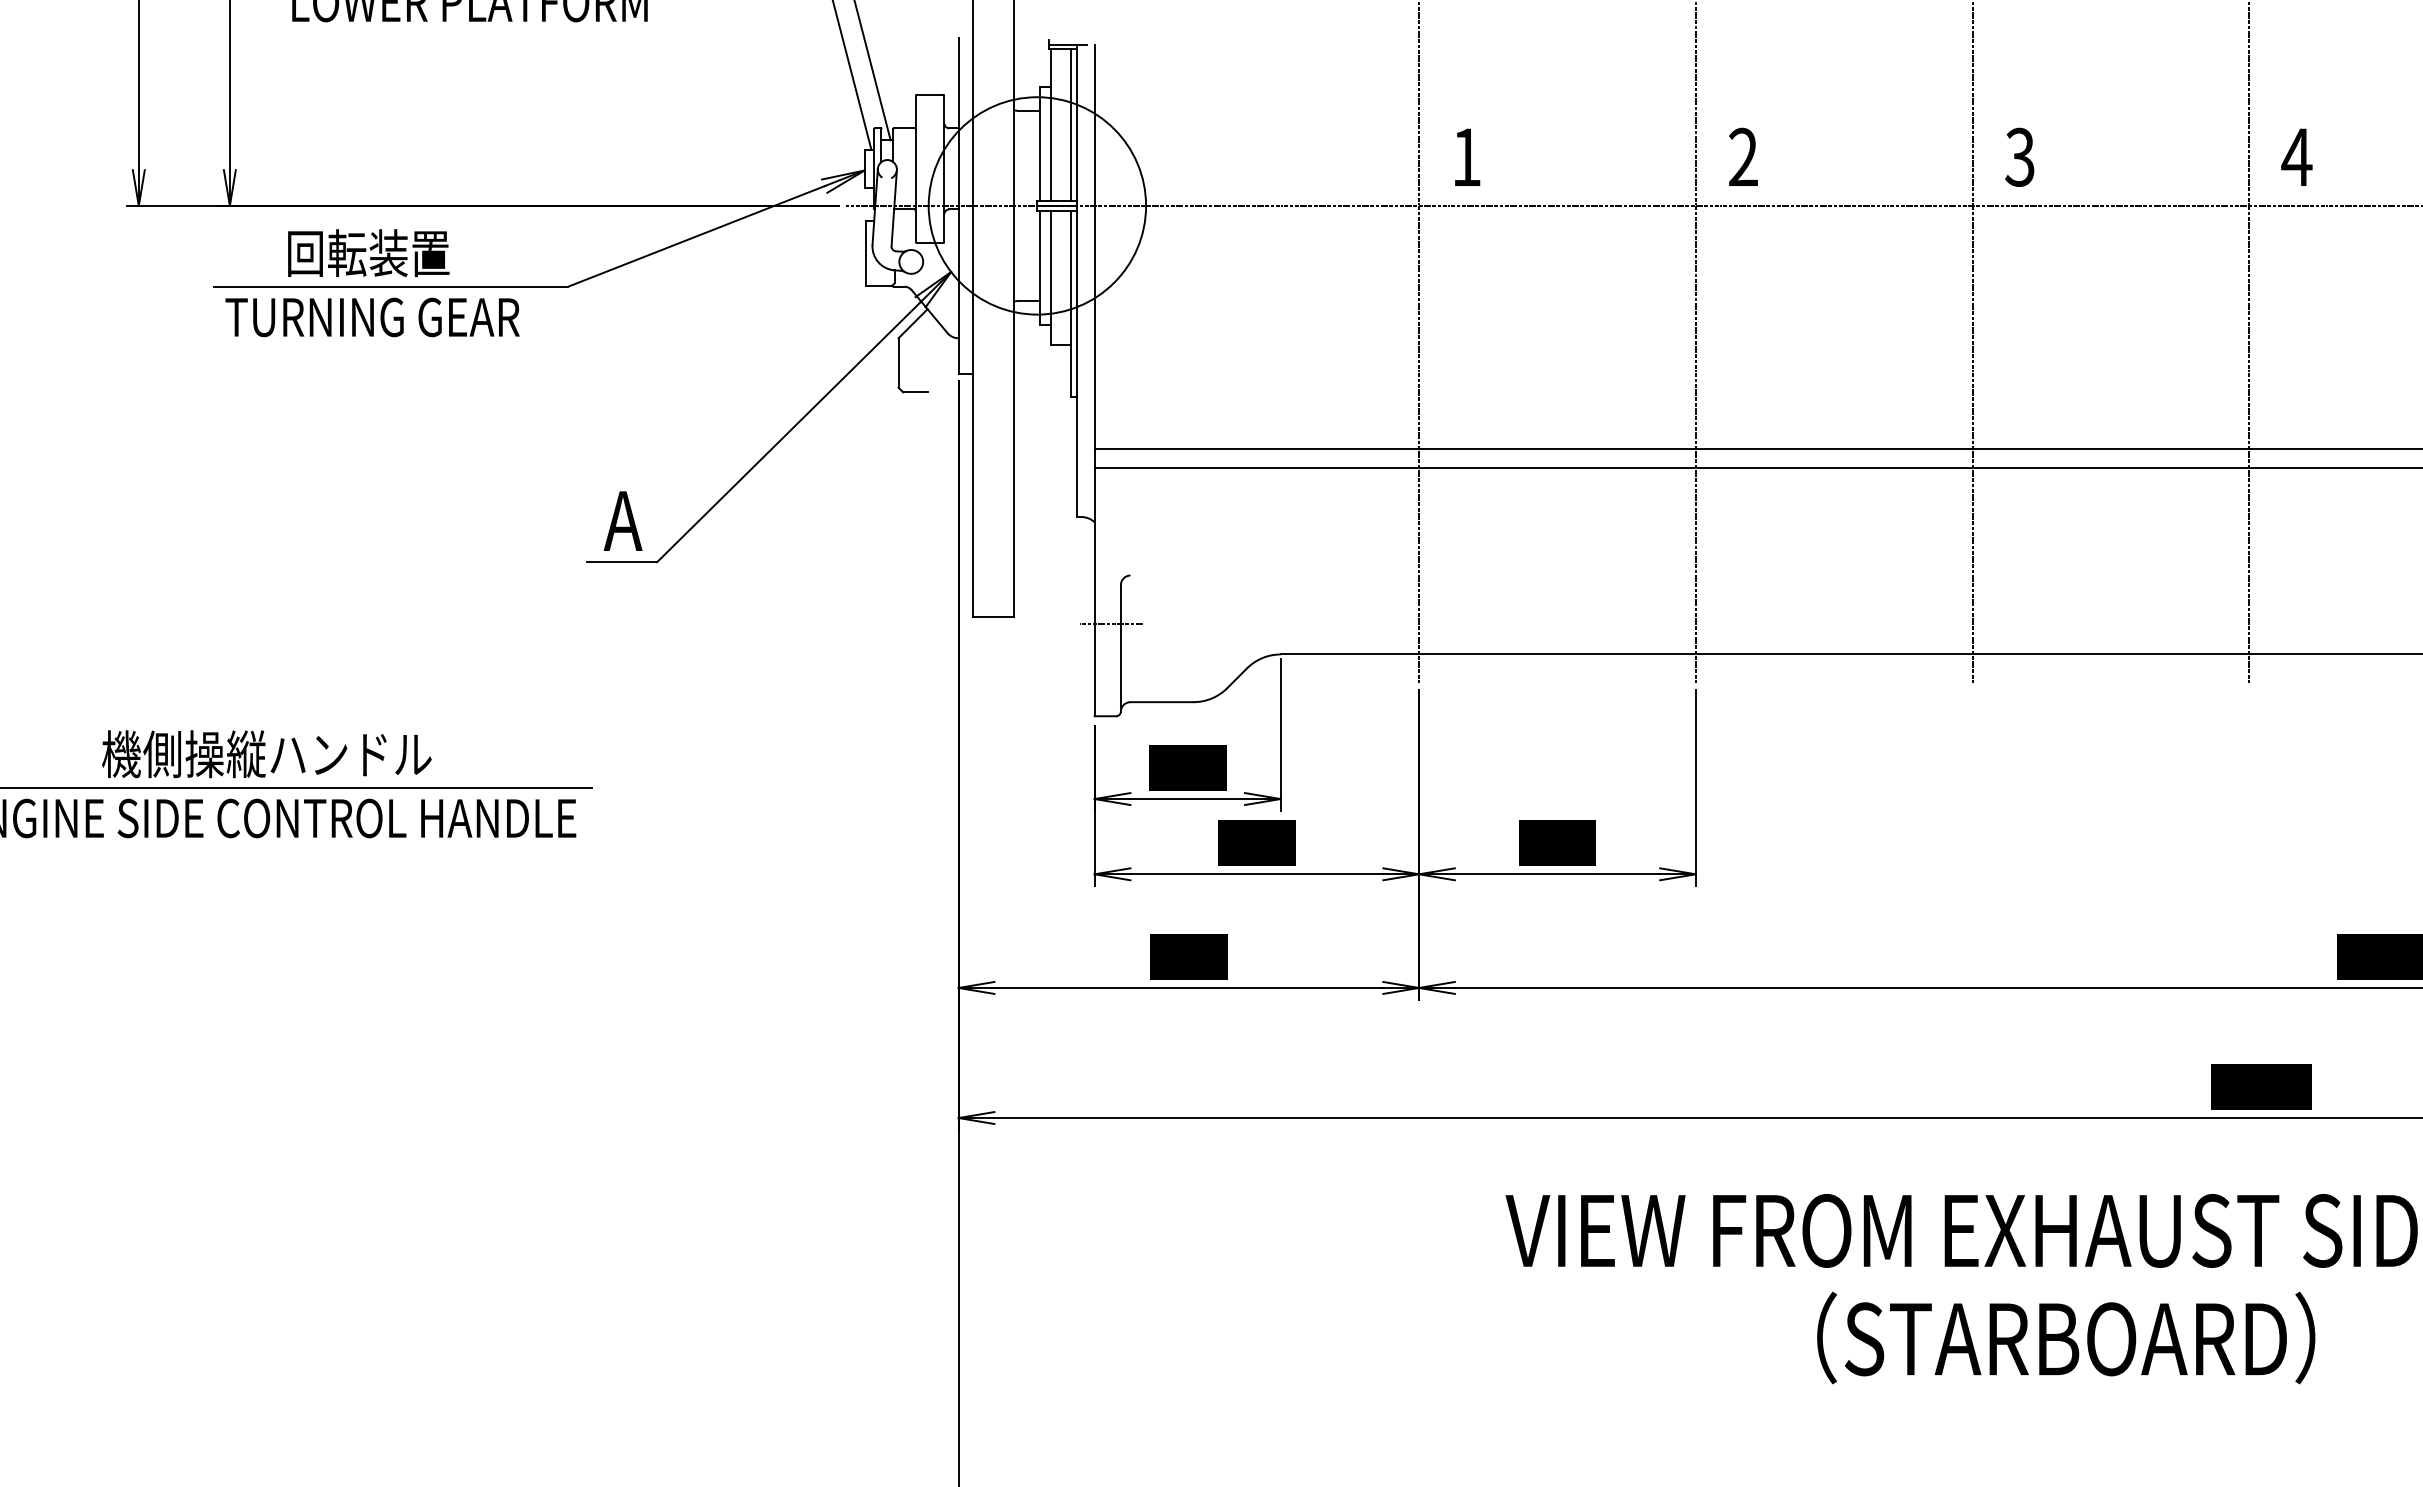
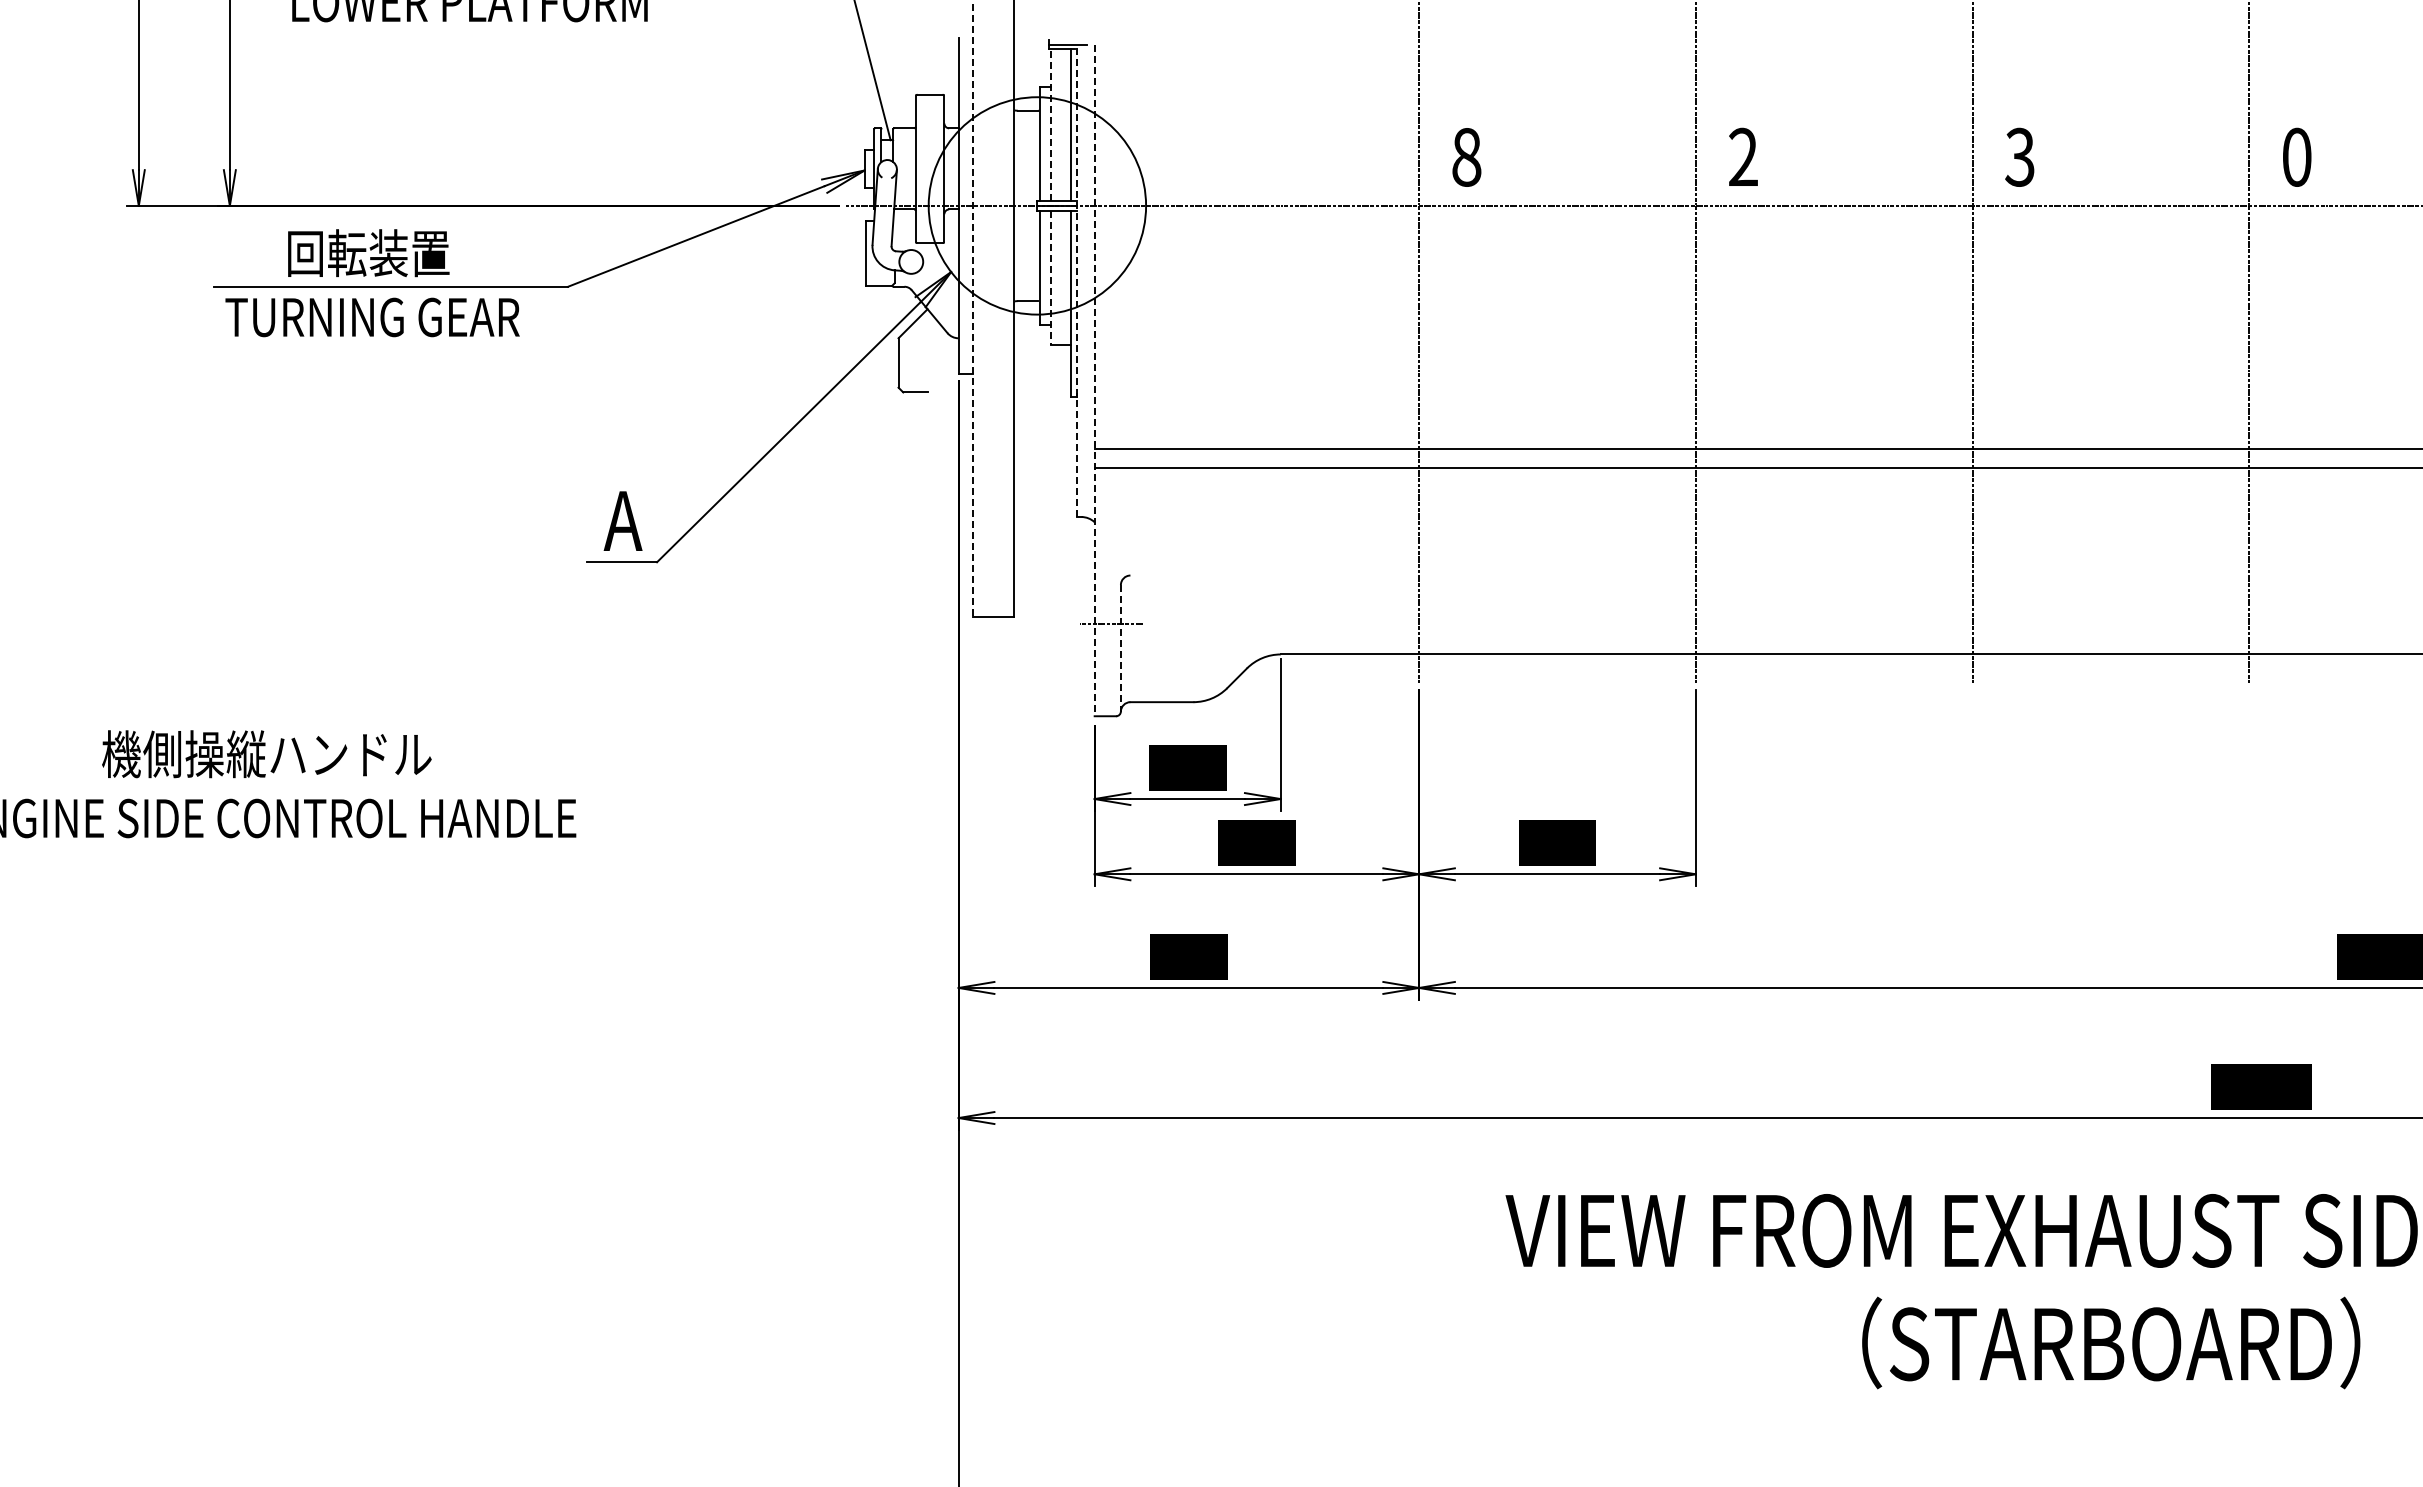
line at (852, 75): present -> none
line at (1051, 125): solid -> dashed
text at (2296, 156): 4 -> 0
text at (1466, 157): 1 -> 8
line at (1051, 278): solid -> dashed
line at (1076, 280): solid -> dashed
line at (972, 308): solid -> dashed
line at (1094, 380): solid -> dashed
line at (1120, 648): solid -> dashed
line at (296, 787): present -> none
text at (2066, 1337) position: (2066, 1337) -> (2111, 1342)
